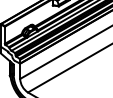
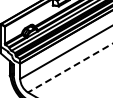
line at (70, 68): solid -> dashed
